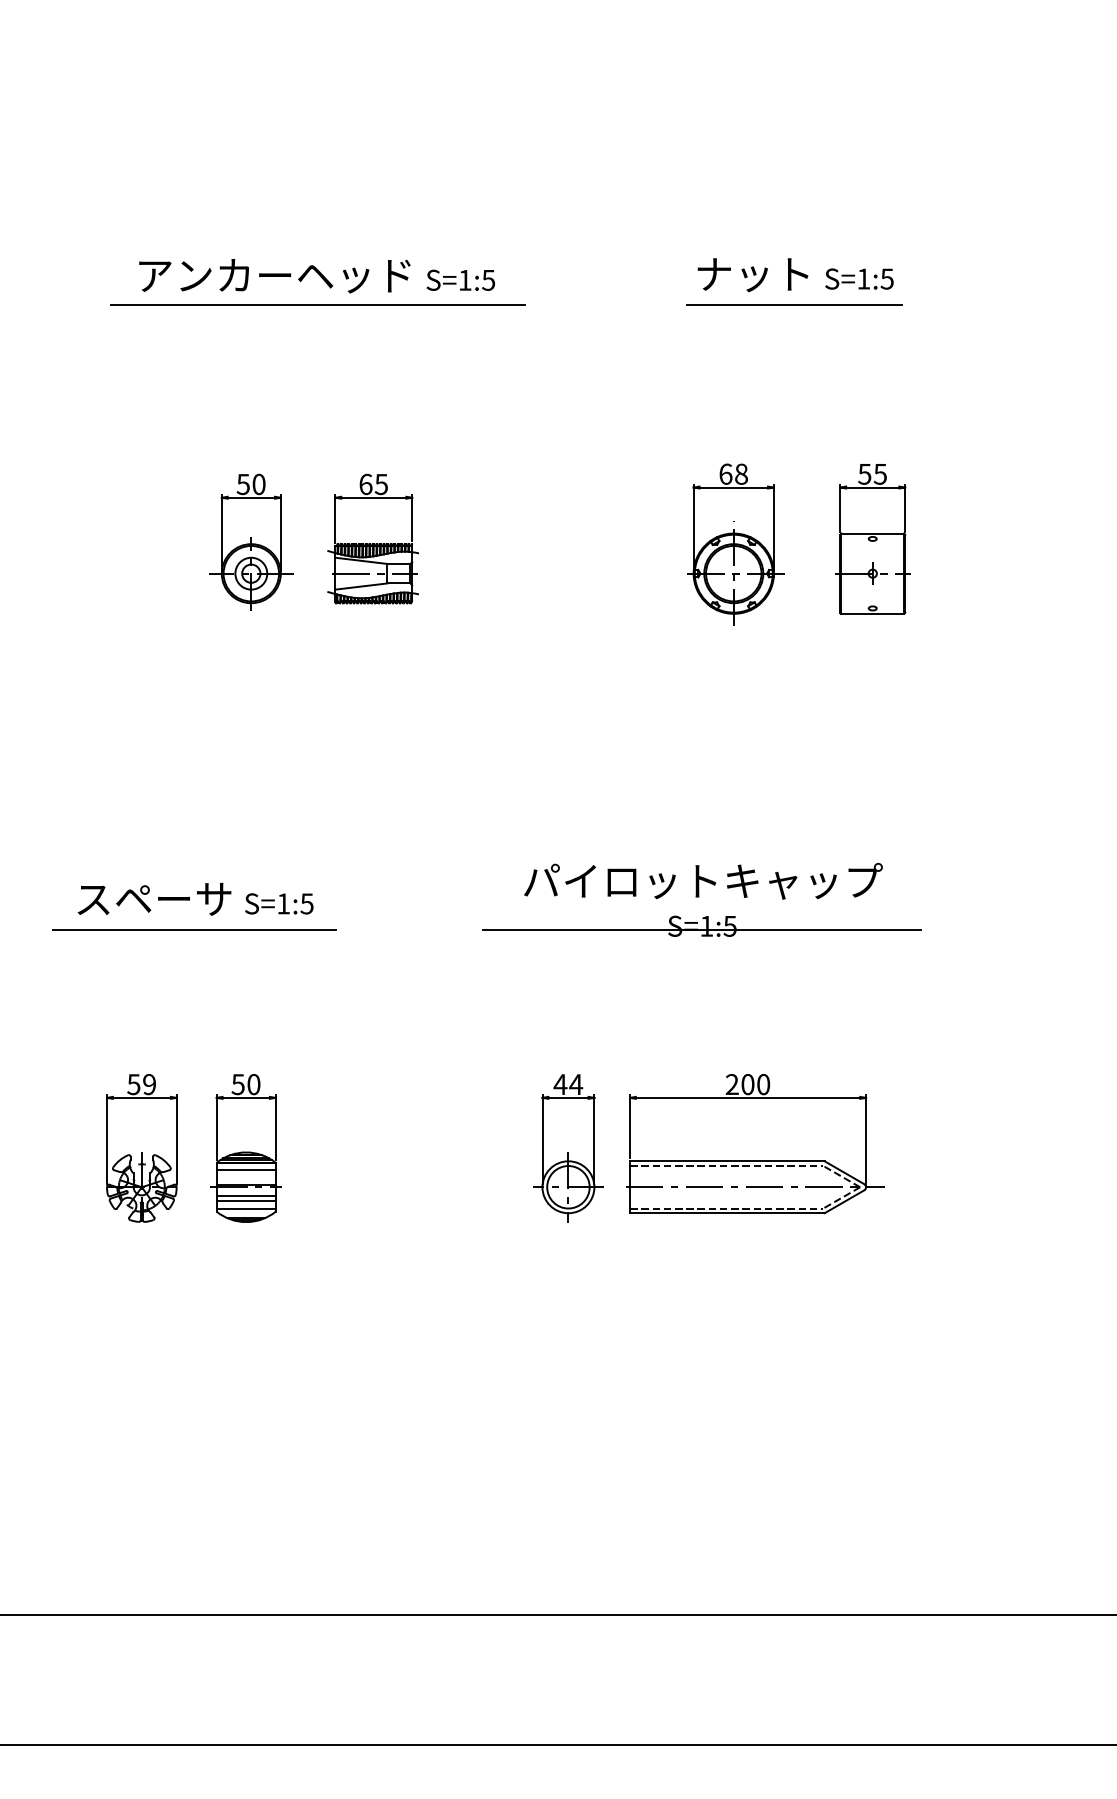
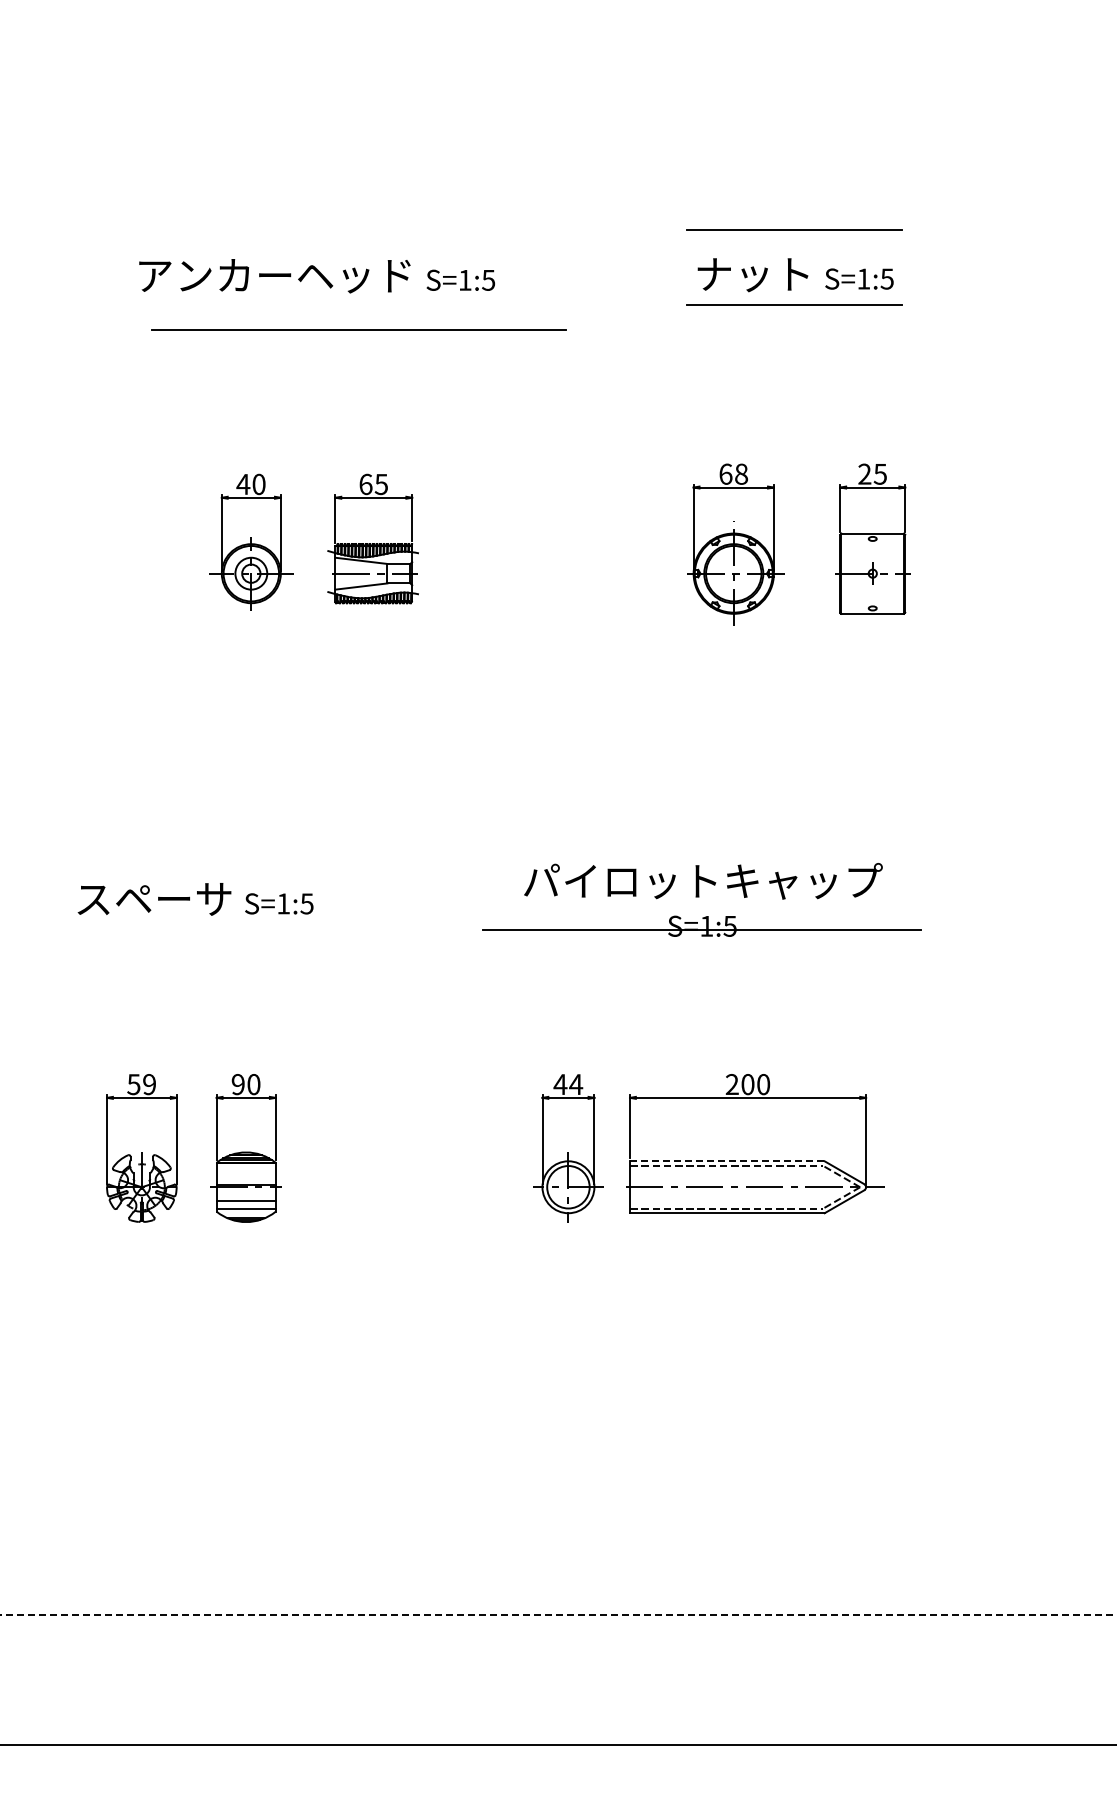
line at (794, 229): none -> present
line at (317, 304) position: (317, 304) -> (358, 329)
text at (864, 473): 55 -> 25
text at (243, 484): 50 -> 40
line at (194, 929): present -> none
text at (237, 1084): 50 -> 90
line at (727, 1161): solid -> dashed
line at (245, 1170): present -> none
line at (245, 1195): present -> none
line at (558, 1615): solid -> dashed
